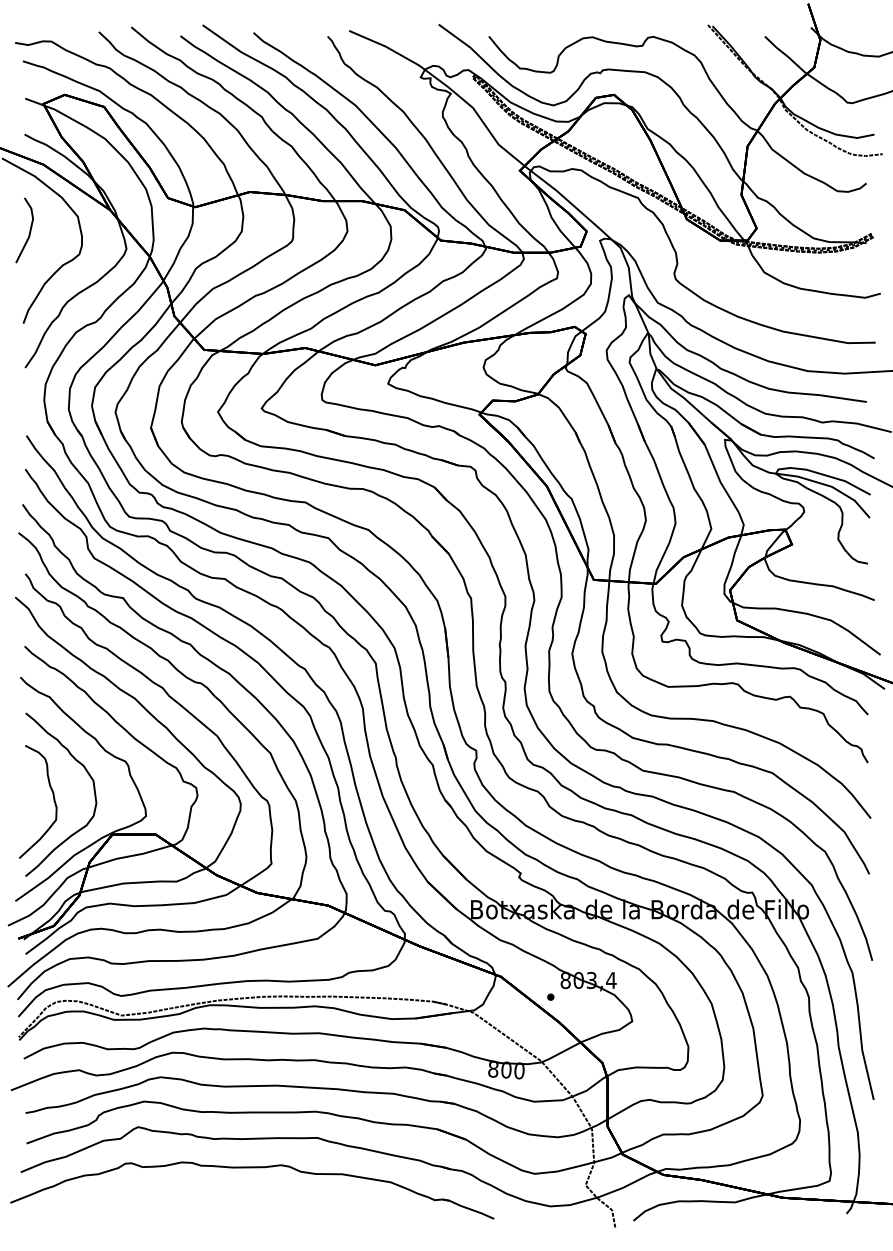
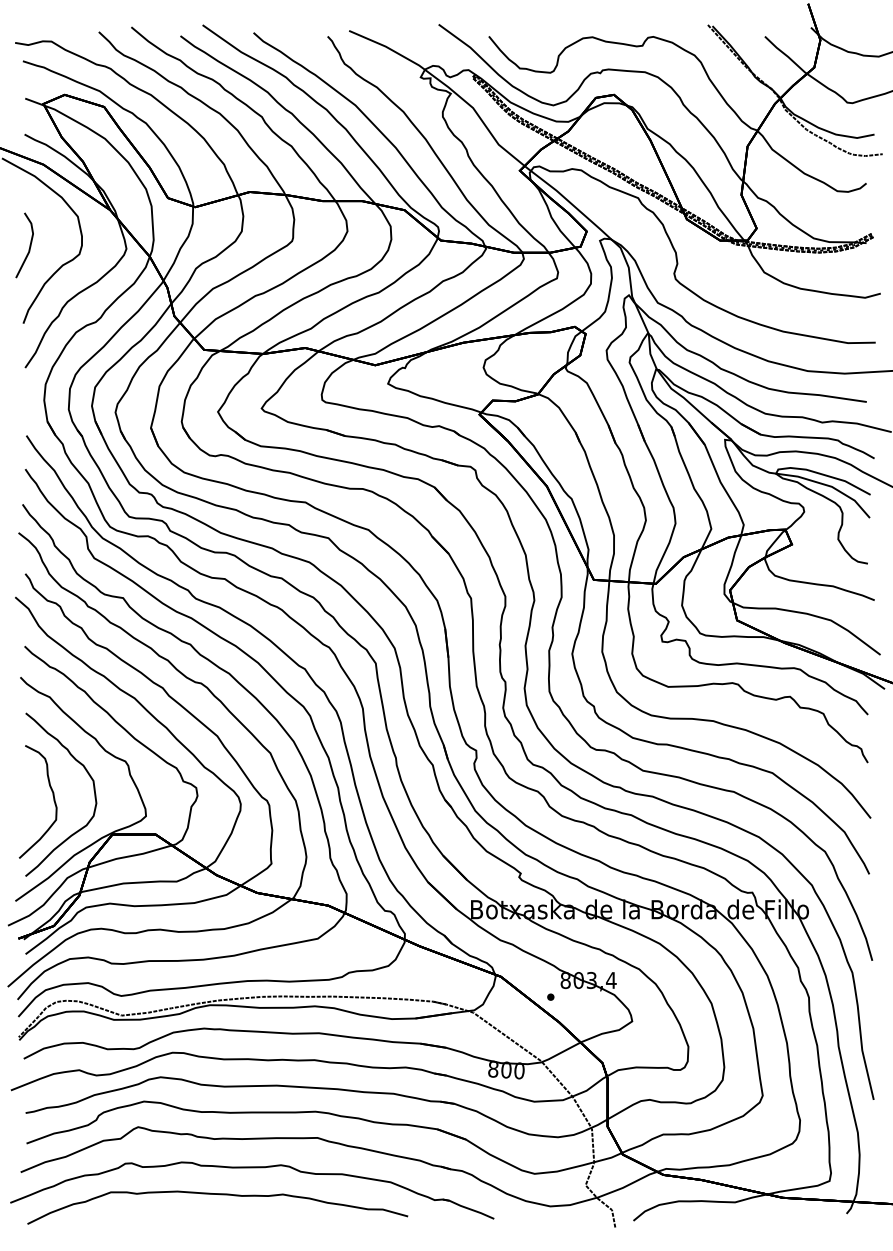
line at (29, 230) position: (29, 230) -> (29, 245)
curve at (220, 1195): none -> present
